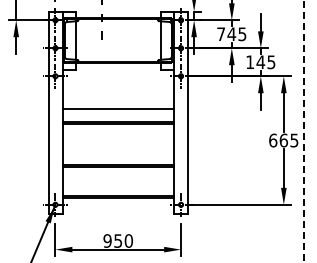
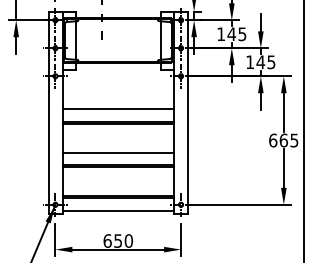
text at (220, 33): 745 -> 145
line at (303, 131): dashed -> solid
line at (118, 152): none -> present
line at (118, 210): none -> present
text at (107, 240): 950 -> 650
